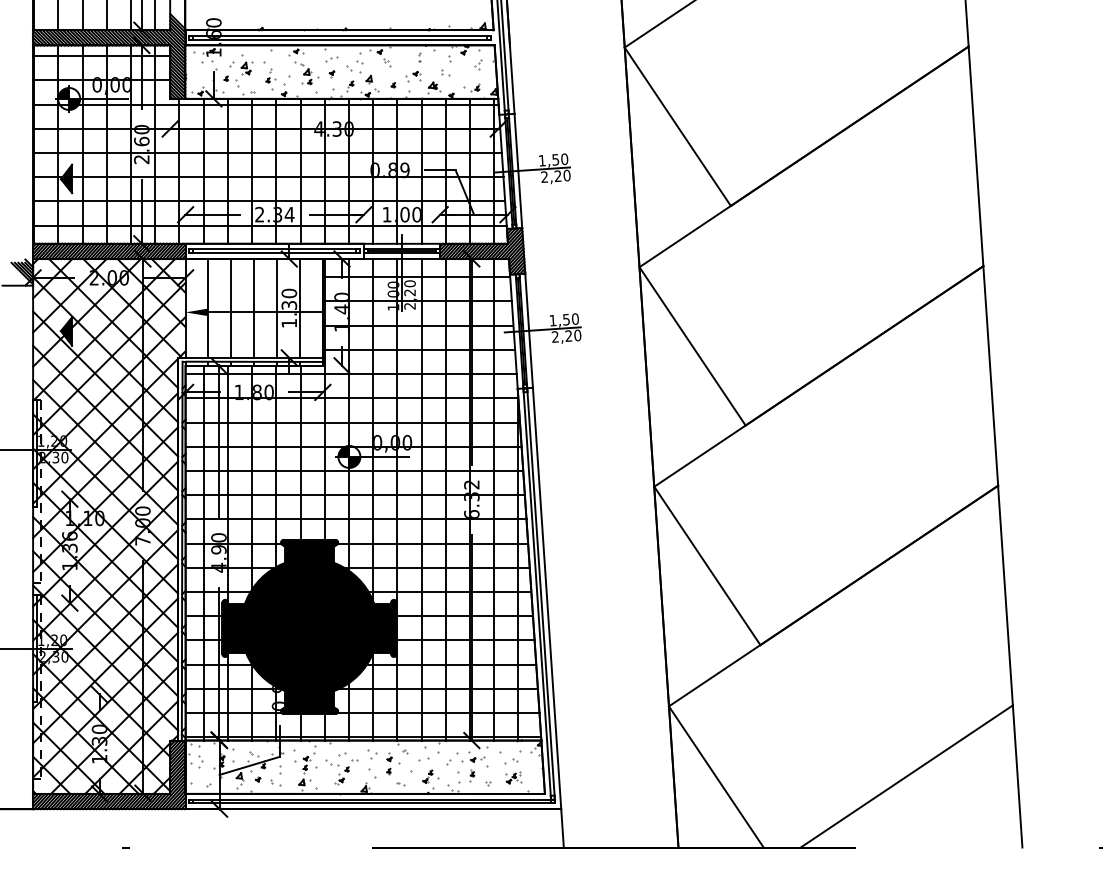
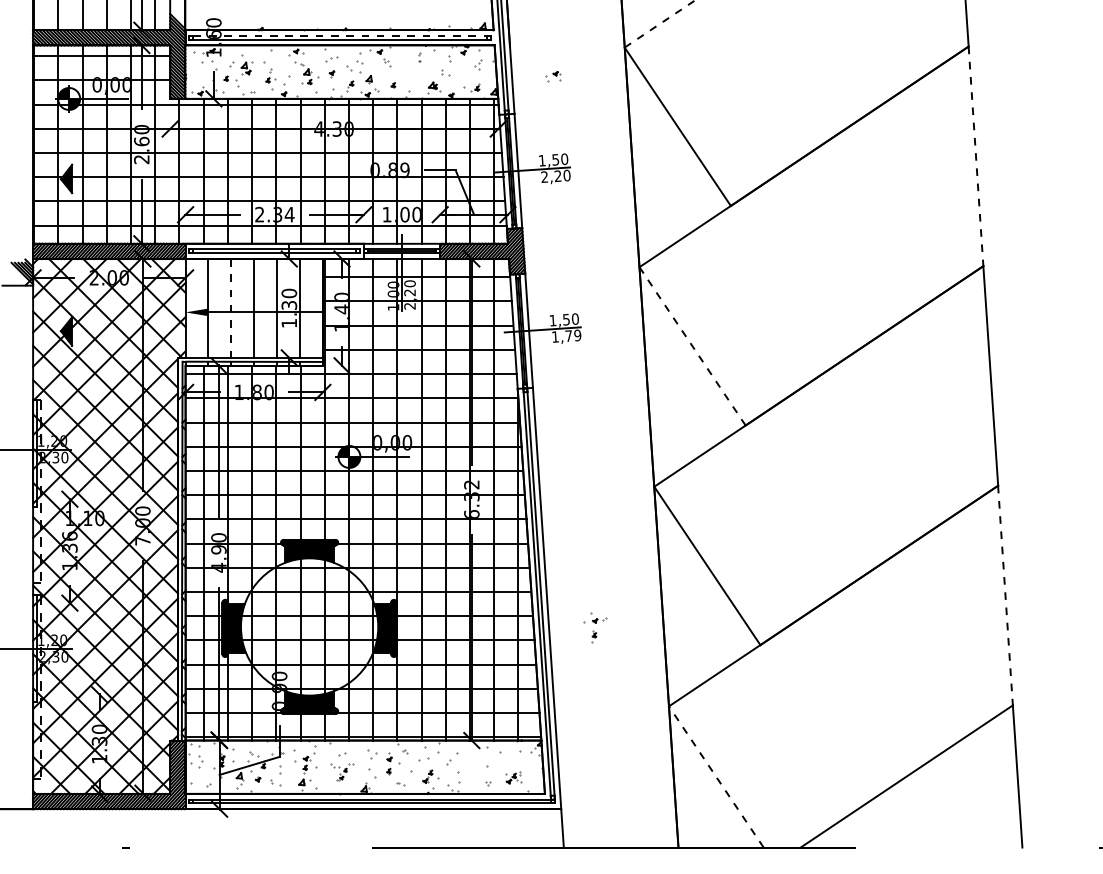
line at (660, 23): solid -> dashed
line at (340, 35): solid -> dashed
part at (413, 76) position: (413, 76) -> (553, 76)
line at (976, 156): solid -> dashed
line at (231, 308): solid -> dashed
text at (566, 336): 2,20 -> 1,79
line at (692, 345): solid -> dashed
line at (1005, 596): solid -> dashed
fill at (309, 626): present -> none
part at (511, 761): present -> none
part at (473, 766) position: (473, 766) -> (595, 627)
part at (341, 772) size: 34x27 px -> 25x19 px
line at (716, 776): solid -> dashed
